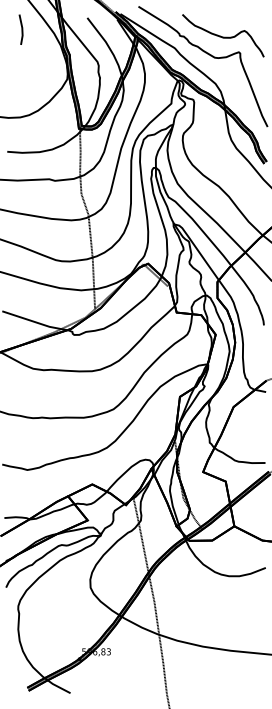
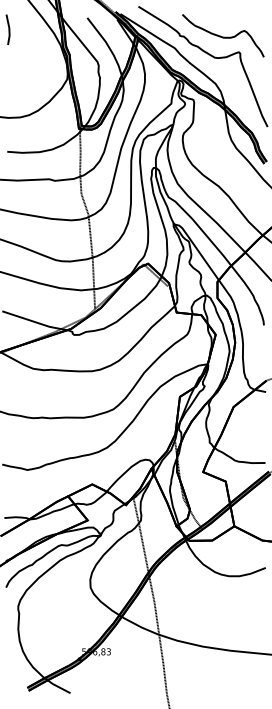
line at (21, 29) position: (21, 29) -> (8, 29)
